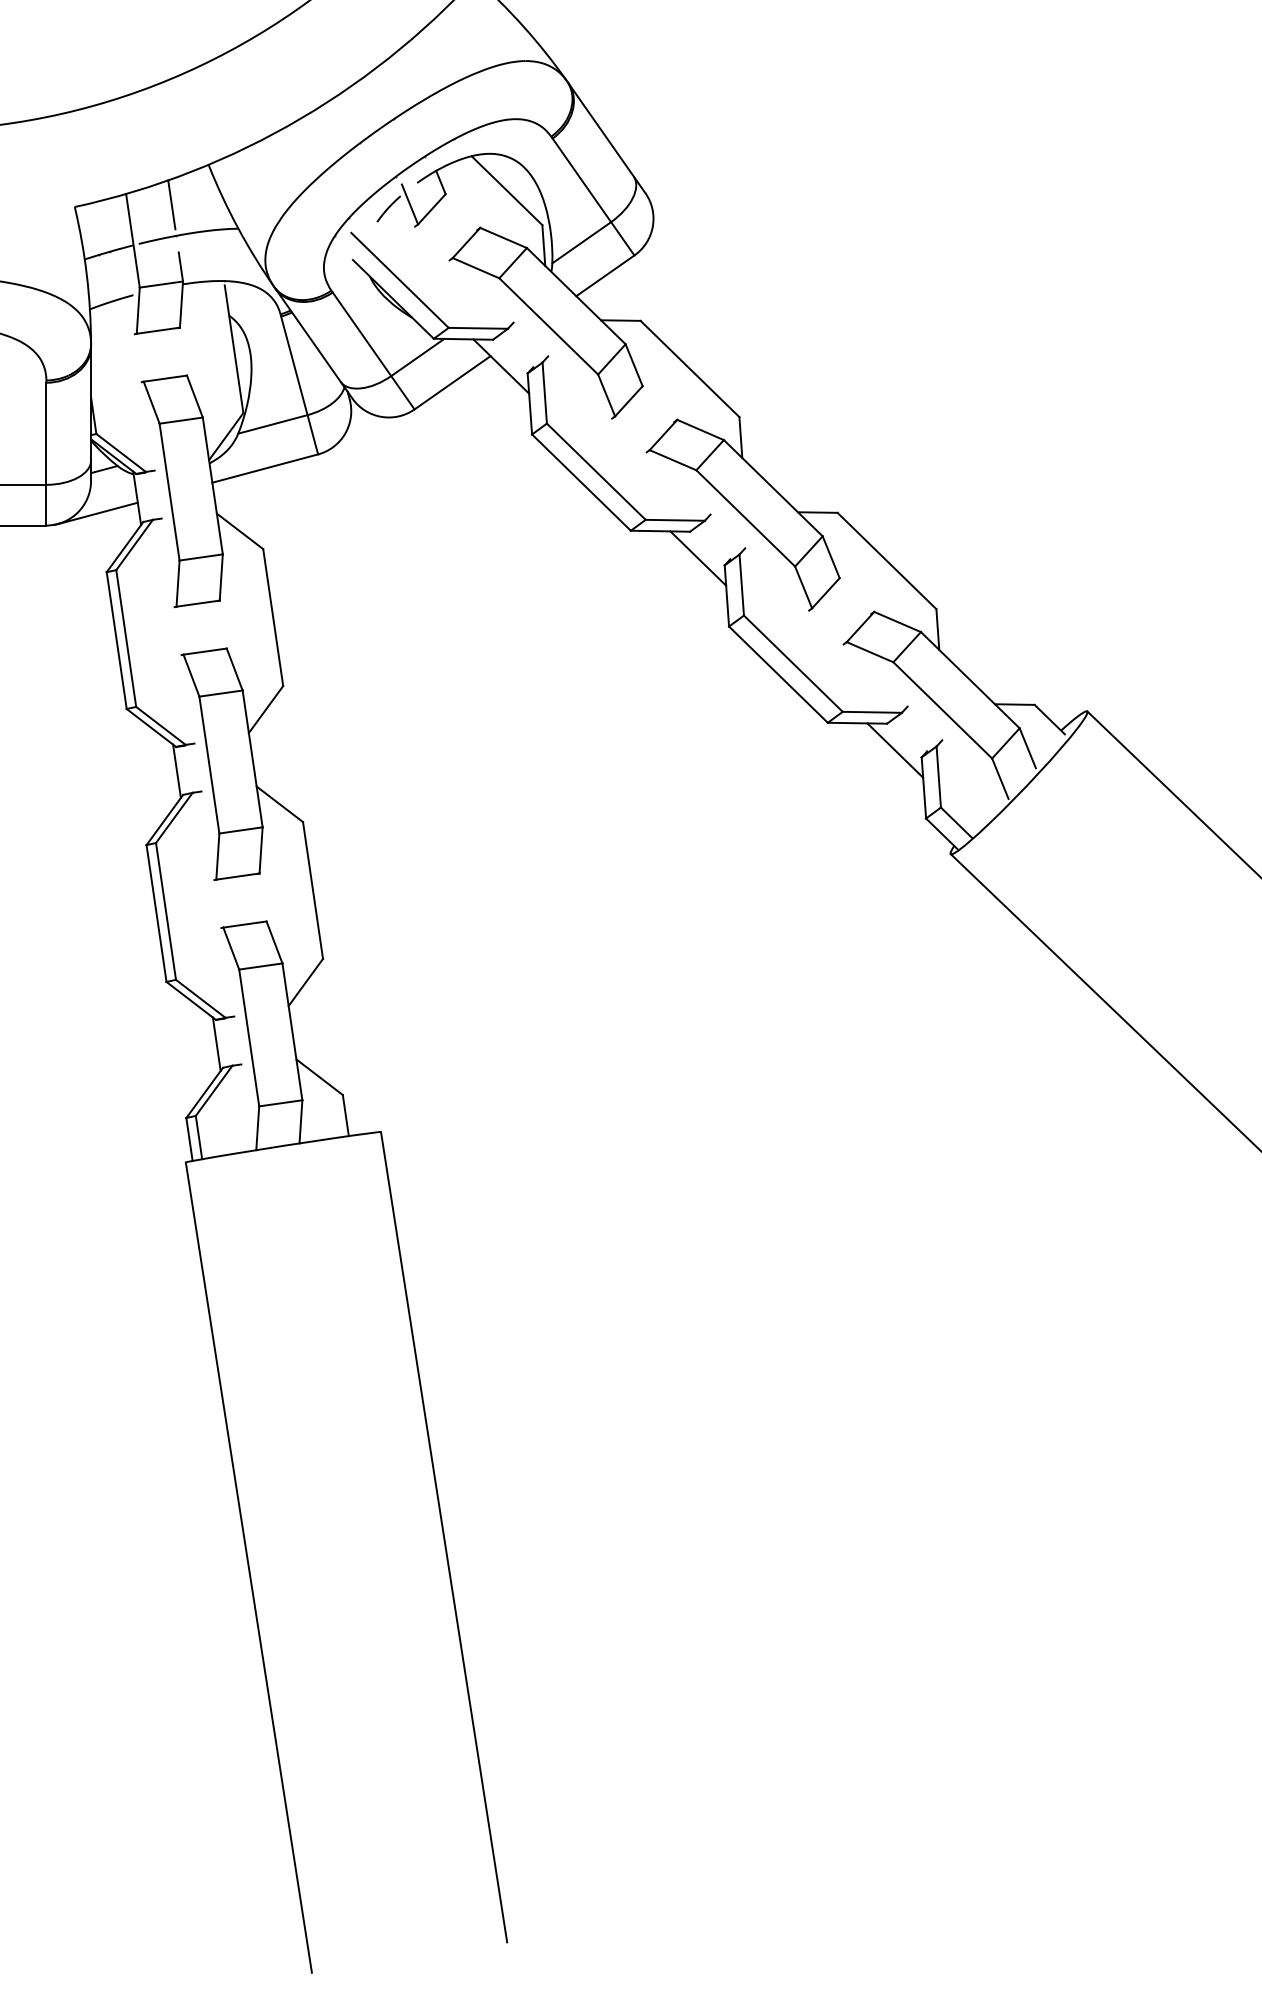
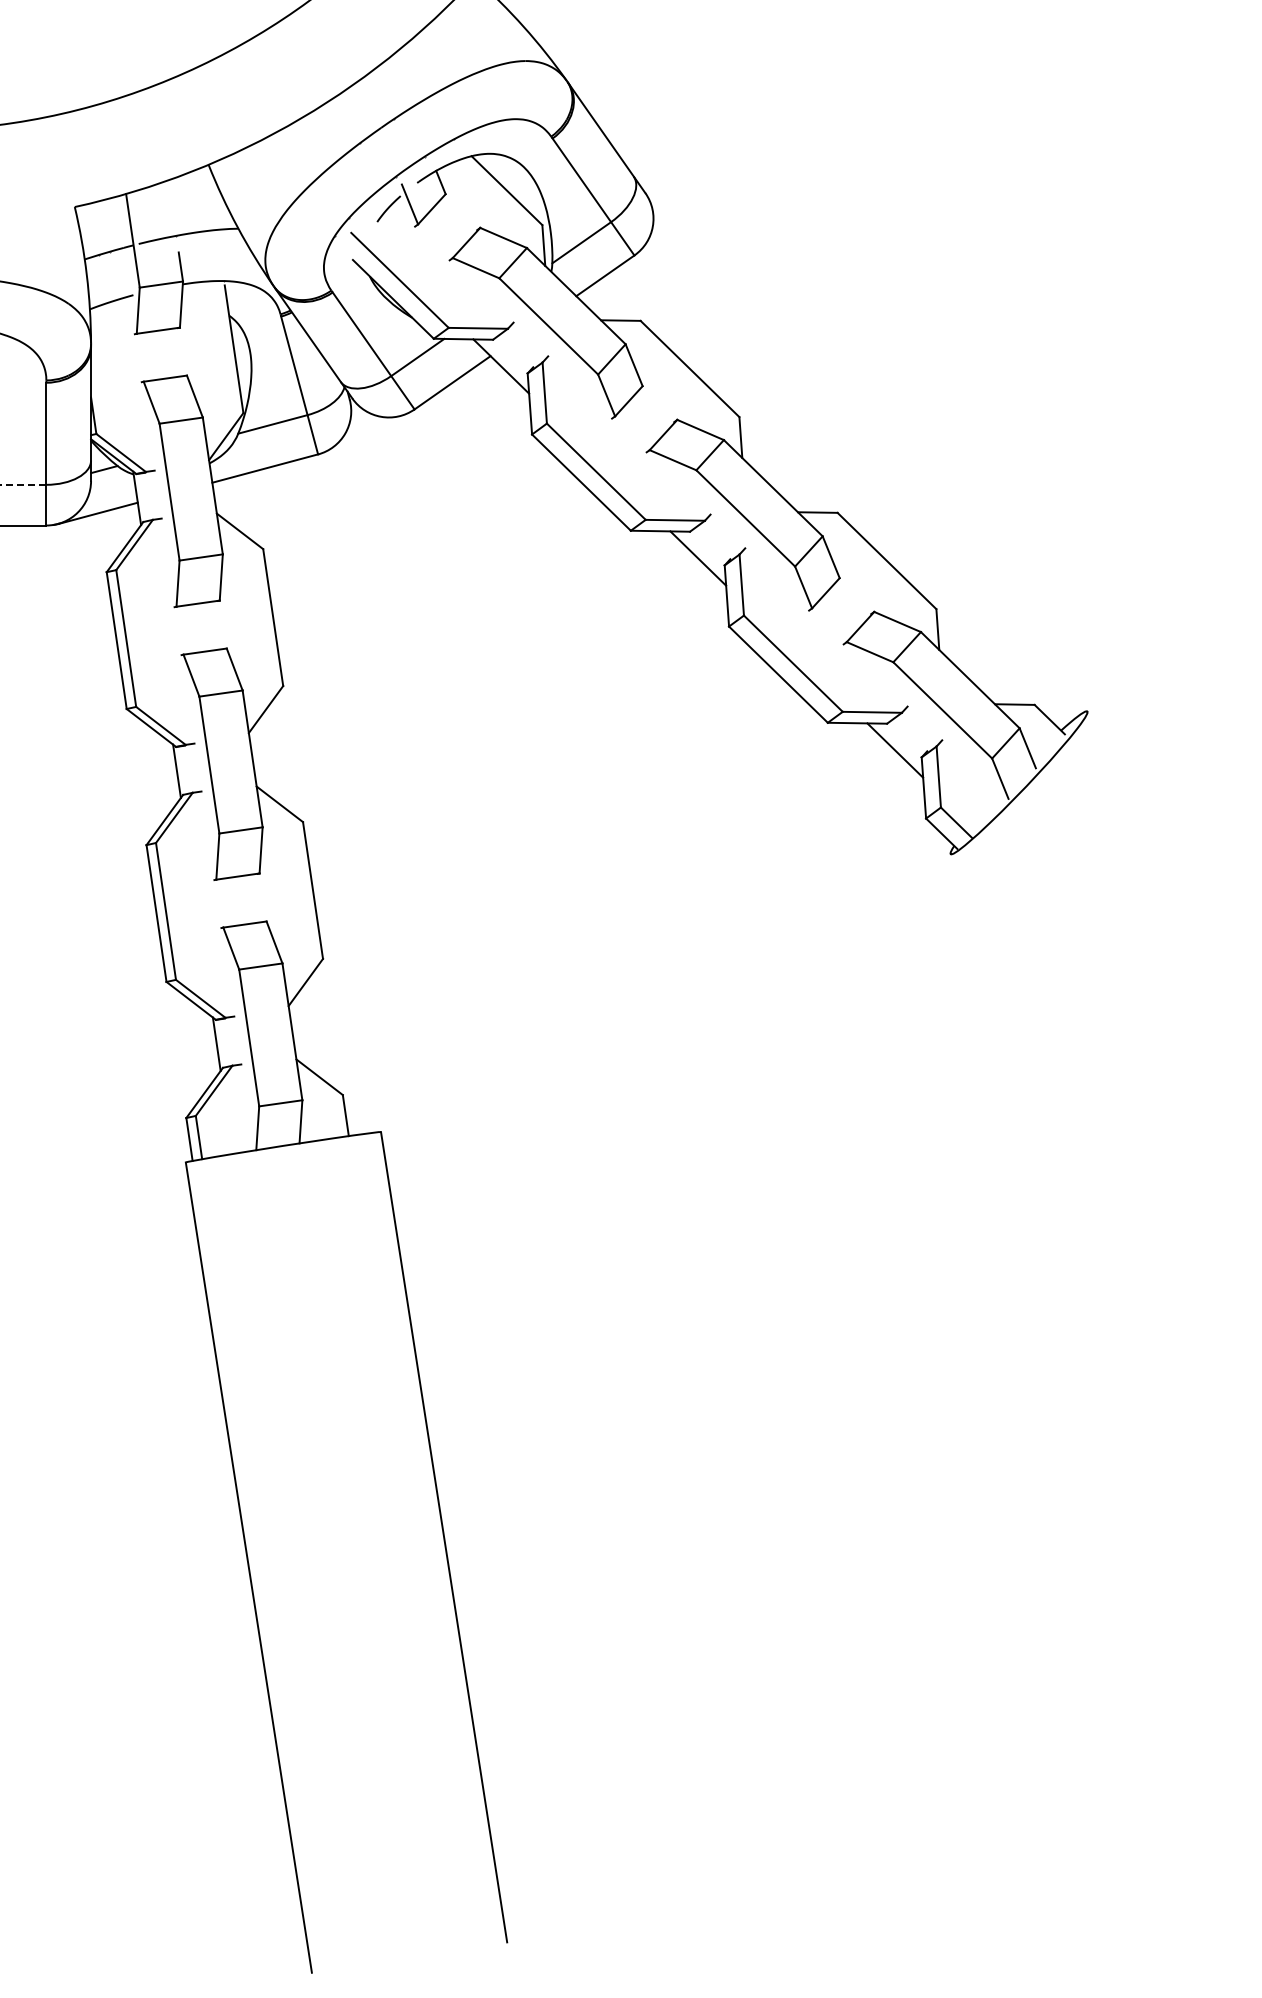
line at (171, 204): present -> none
line at (23, 484): solid -> dashed
line at (1172, 793): present -> none
line at (1104, 1001): present -> none
